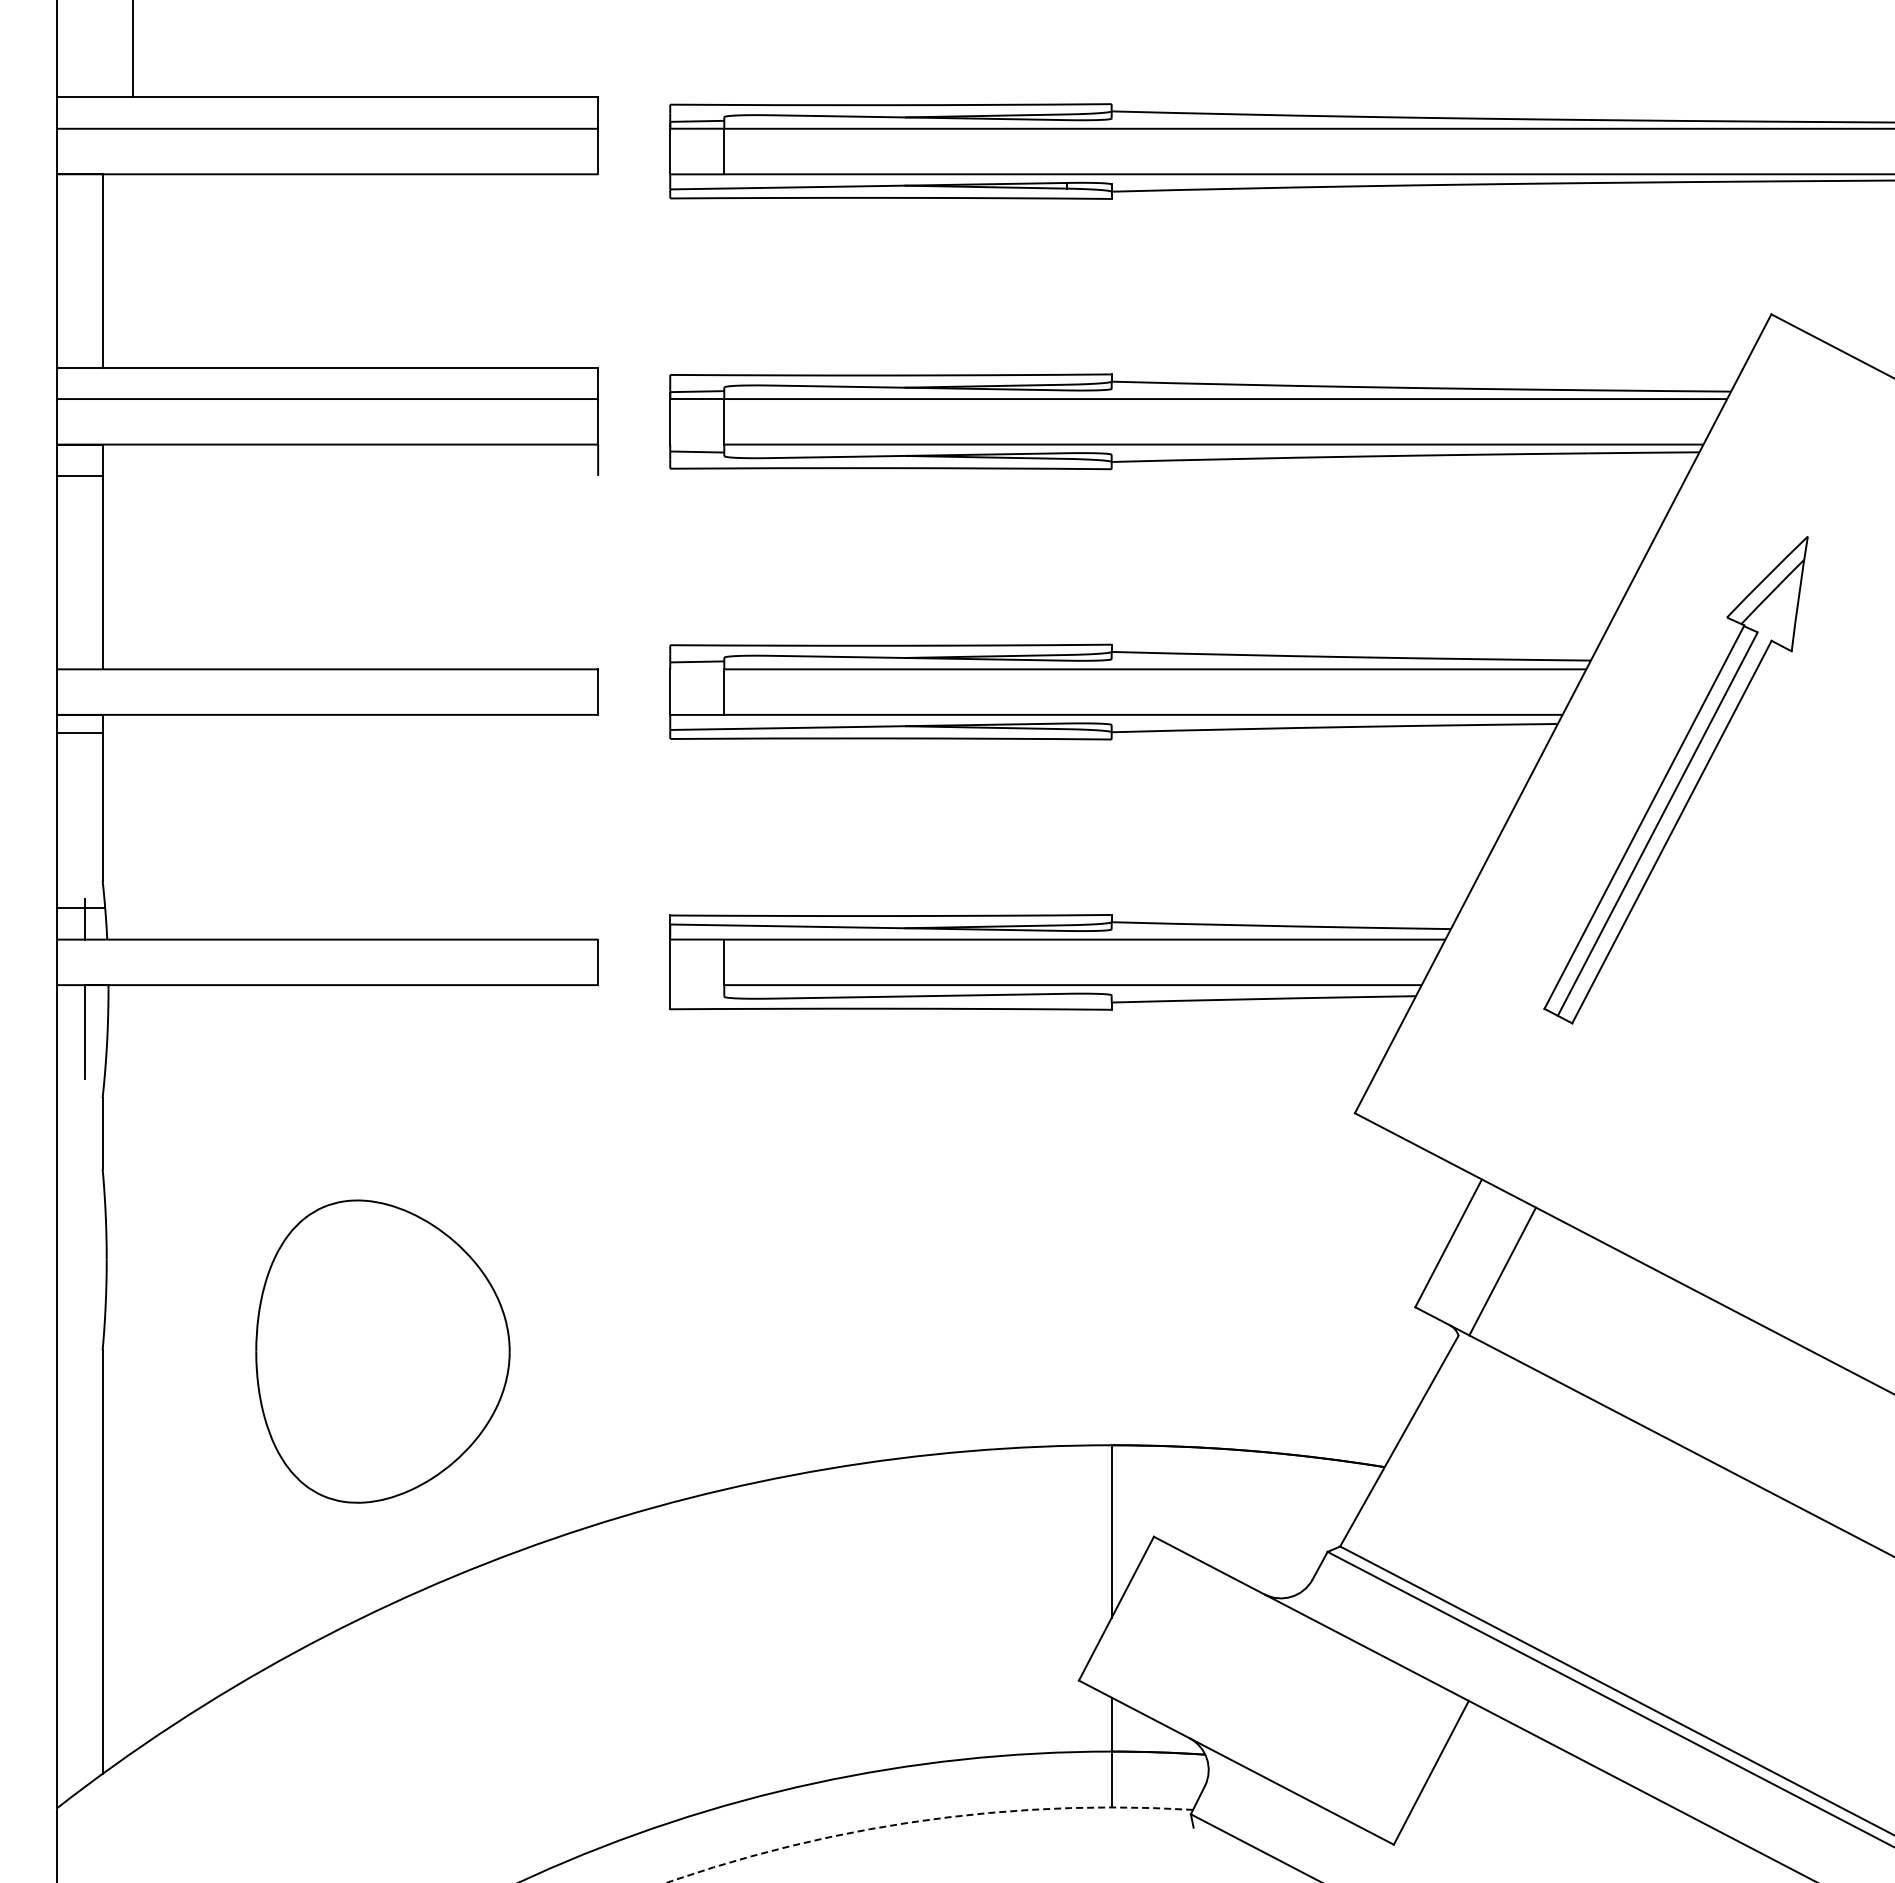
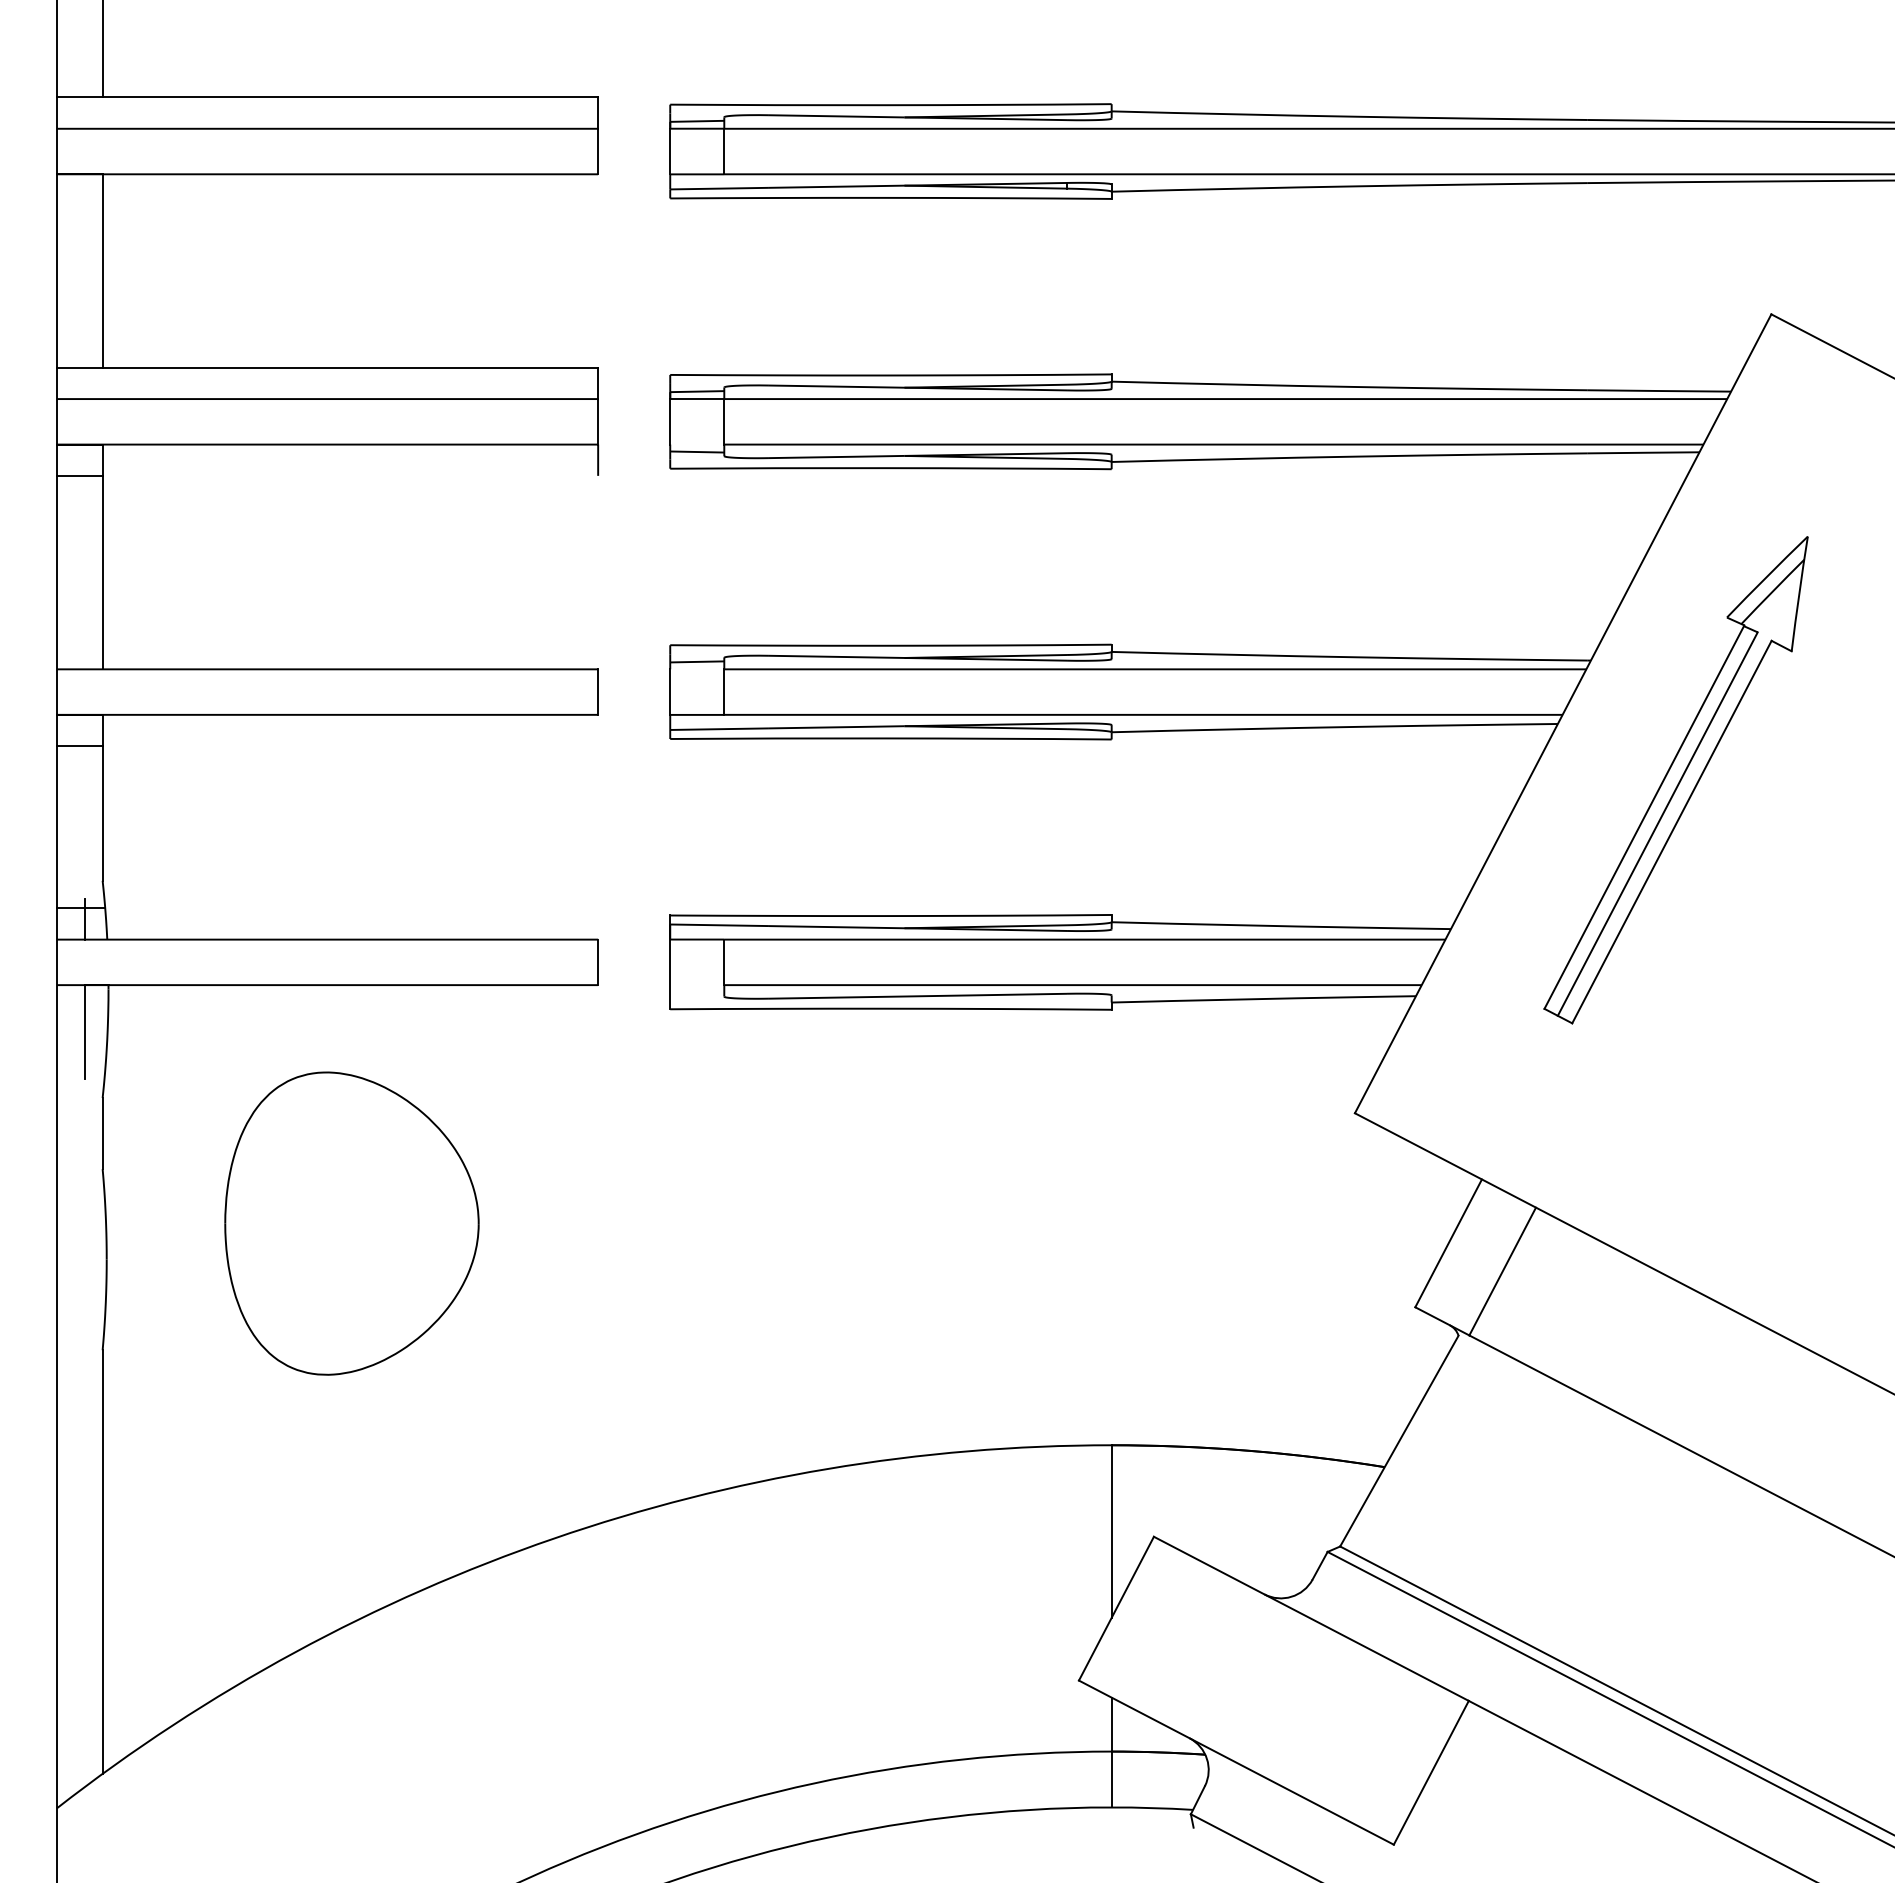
line at (132, 49) position: (132, 49) -> (102, 49)
line at (79, 733) position: (79, 733) -> (79, 746)
part at (382, 1351) position: (382, 1351) -> (351, 1223)
arc at (924, 1820): dashed -> solid
